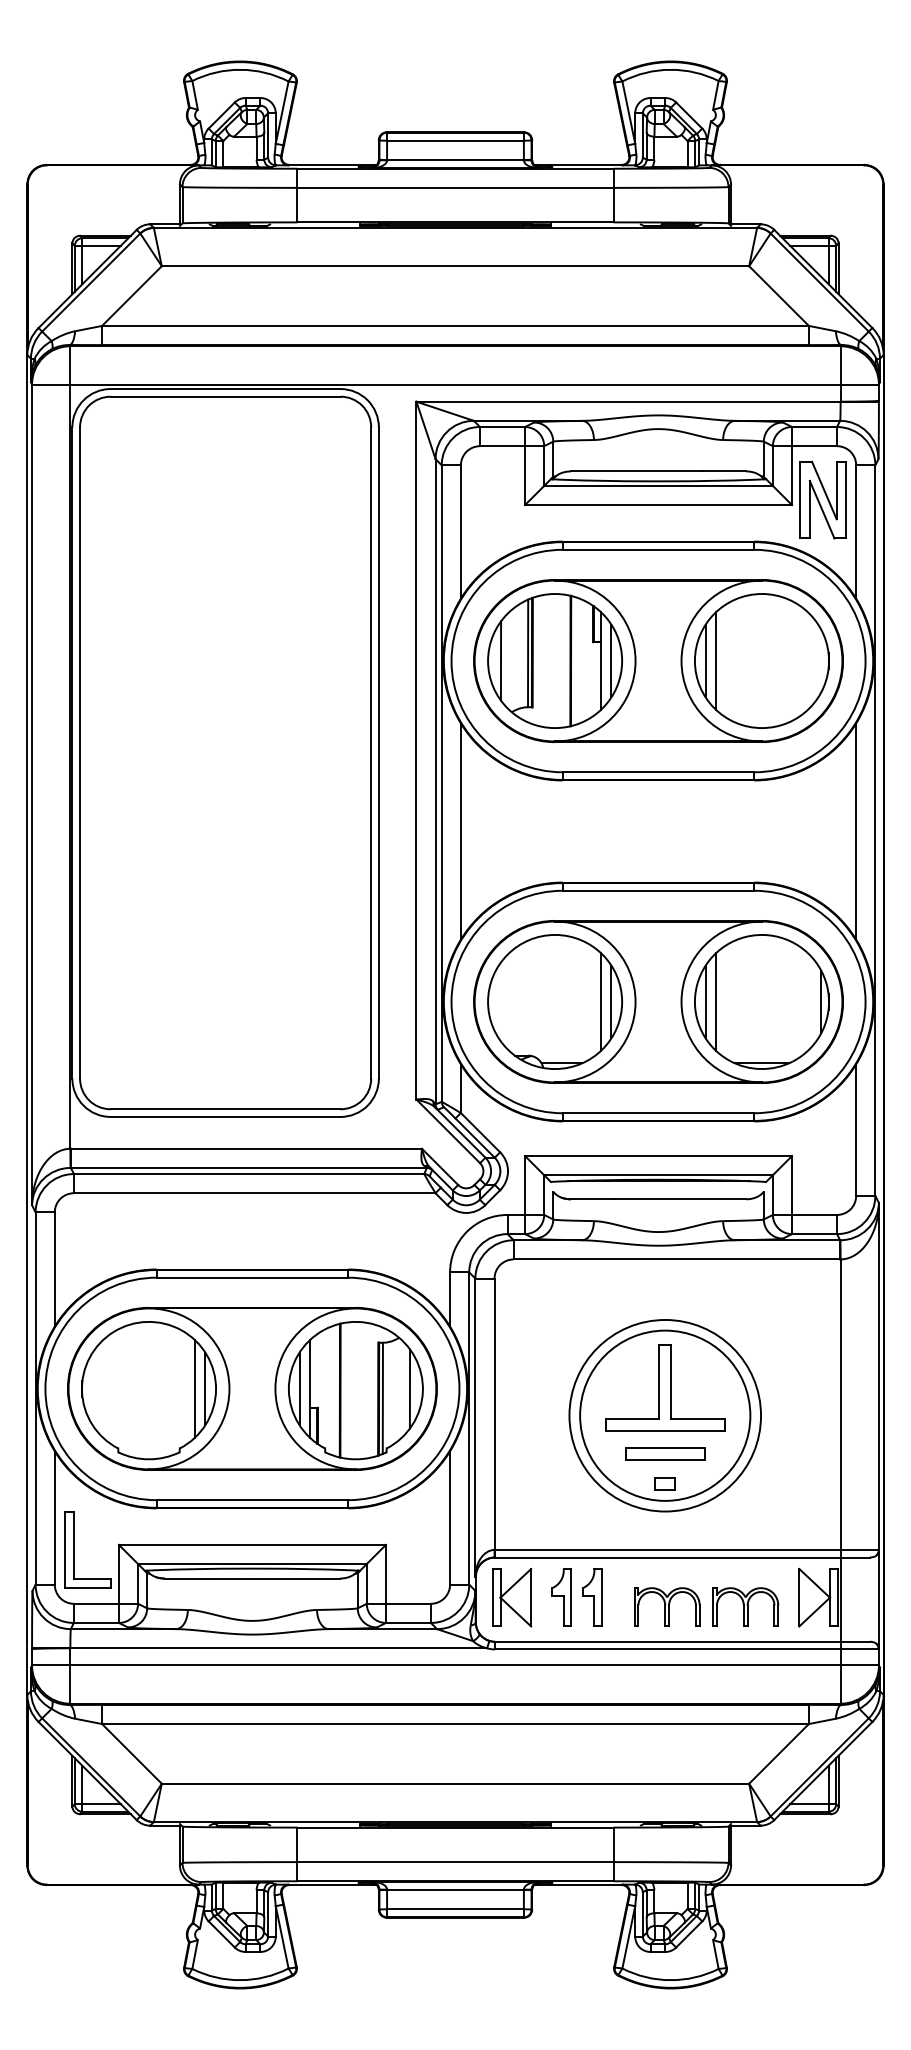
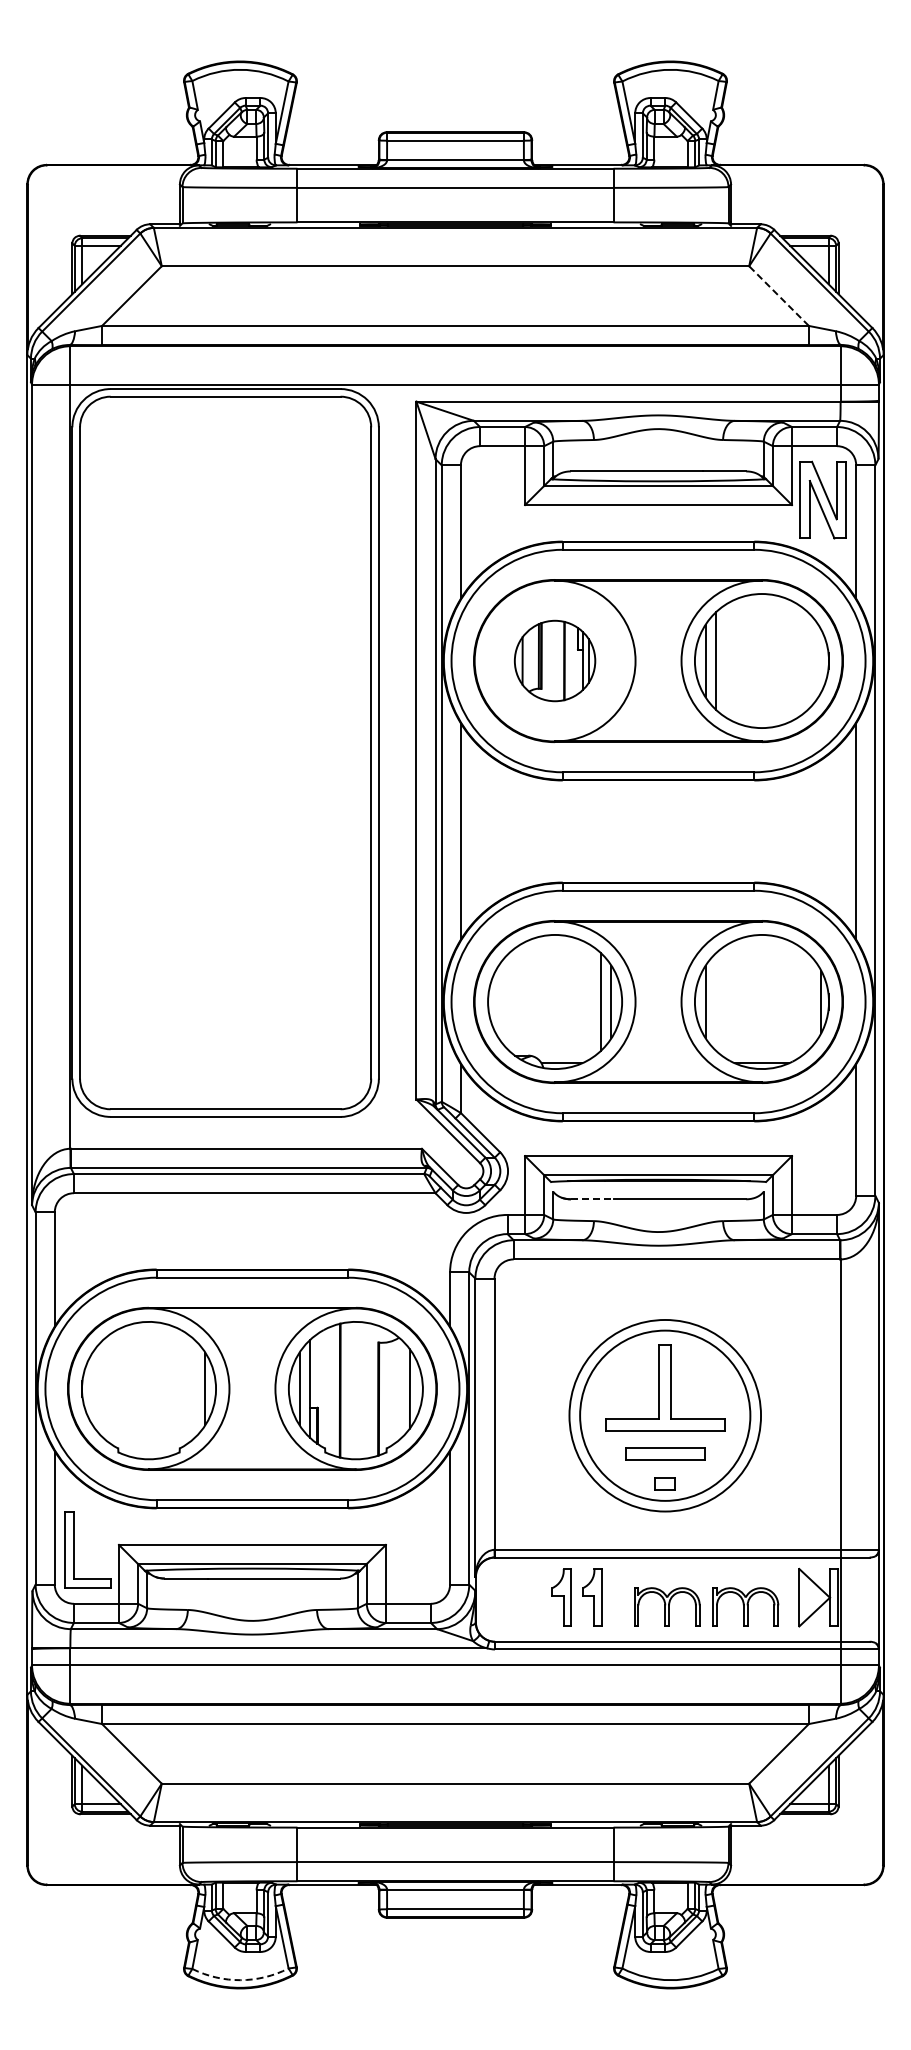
line at (778, 295): solid -> dashed
part at (554, 660) size: 136x136 px -> 83x84 px
line at (716, 1001): present -> none
line at (592, 1199): solid -> dashed
line at (194, 1388): present -> none
line at (382, 1398): present -> none
part at (512, 1597): present -> none
arc at (240, 1980): solid -> dashed
